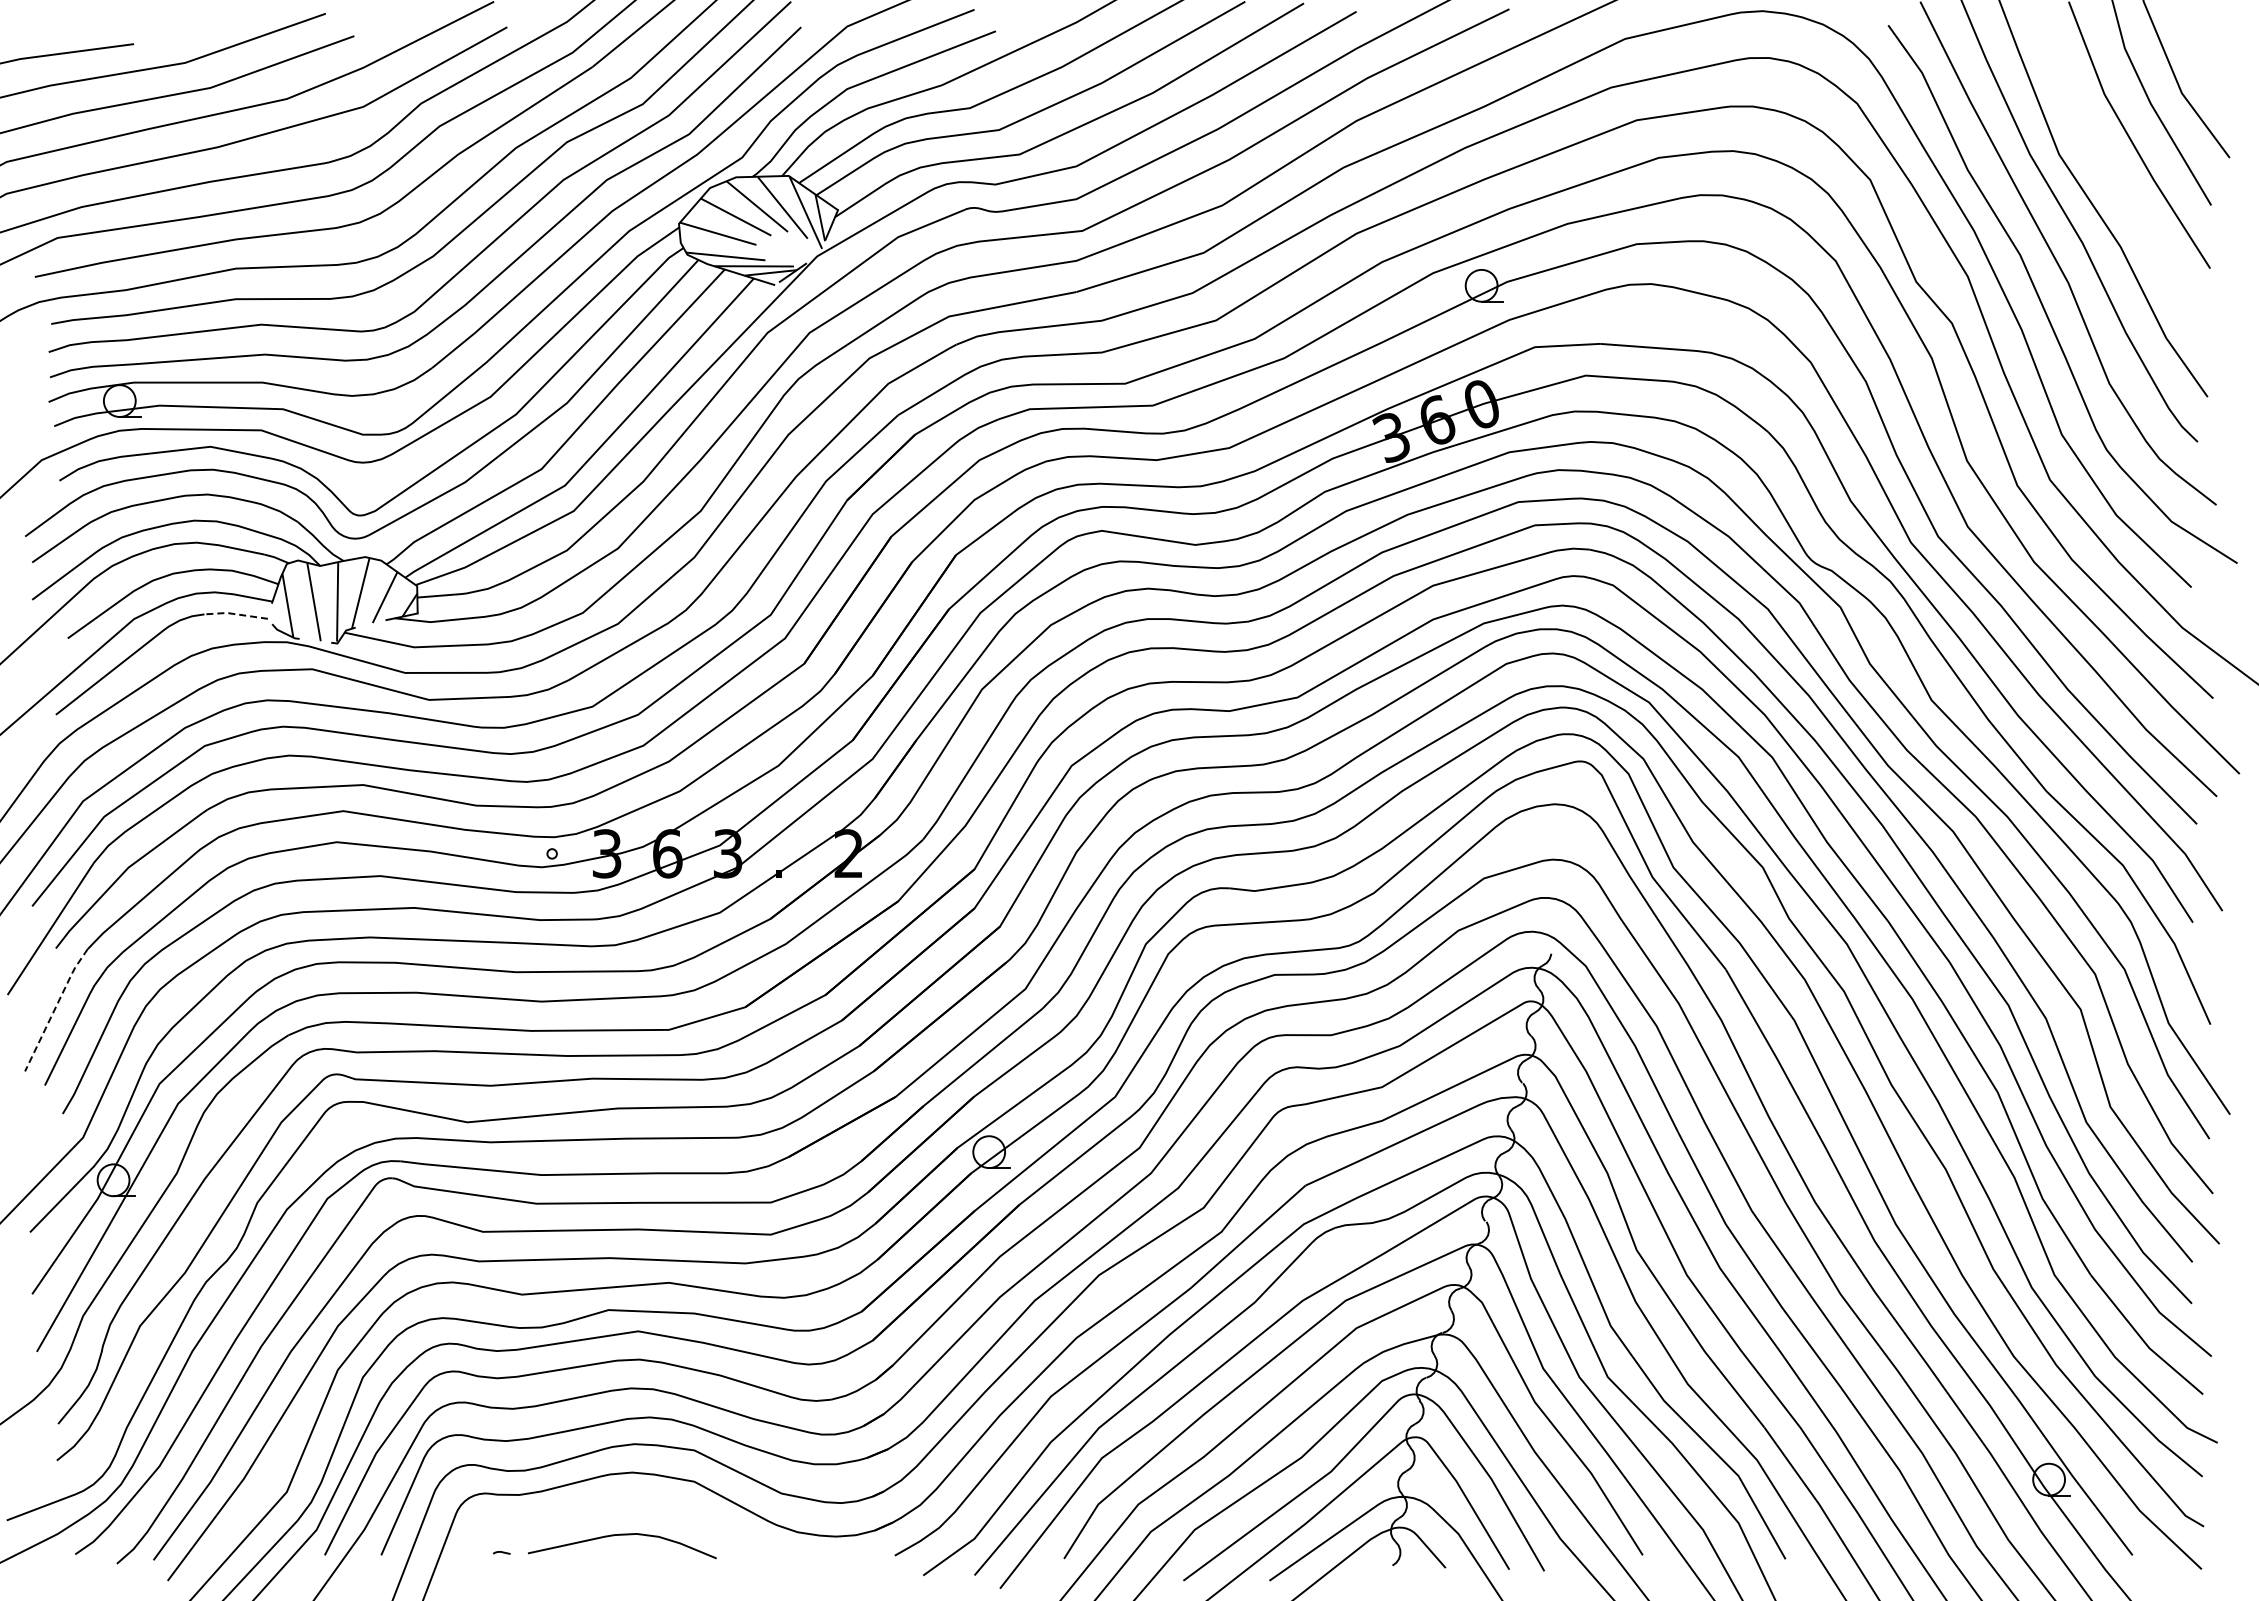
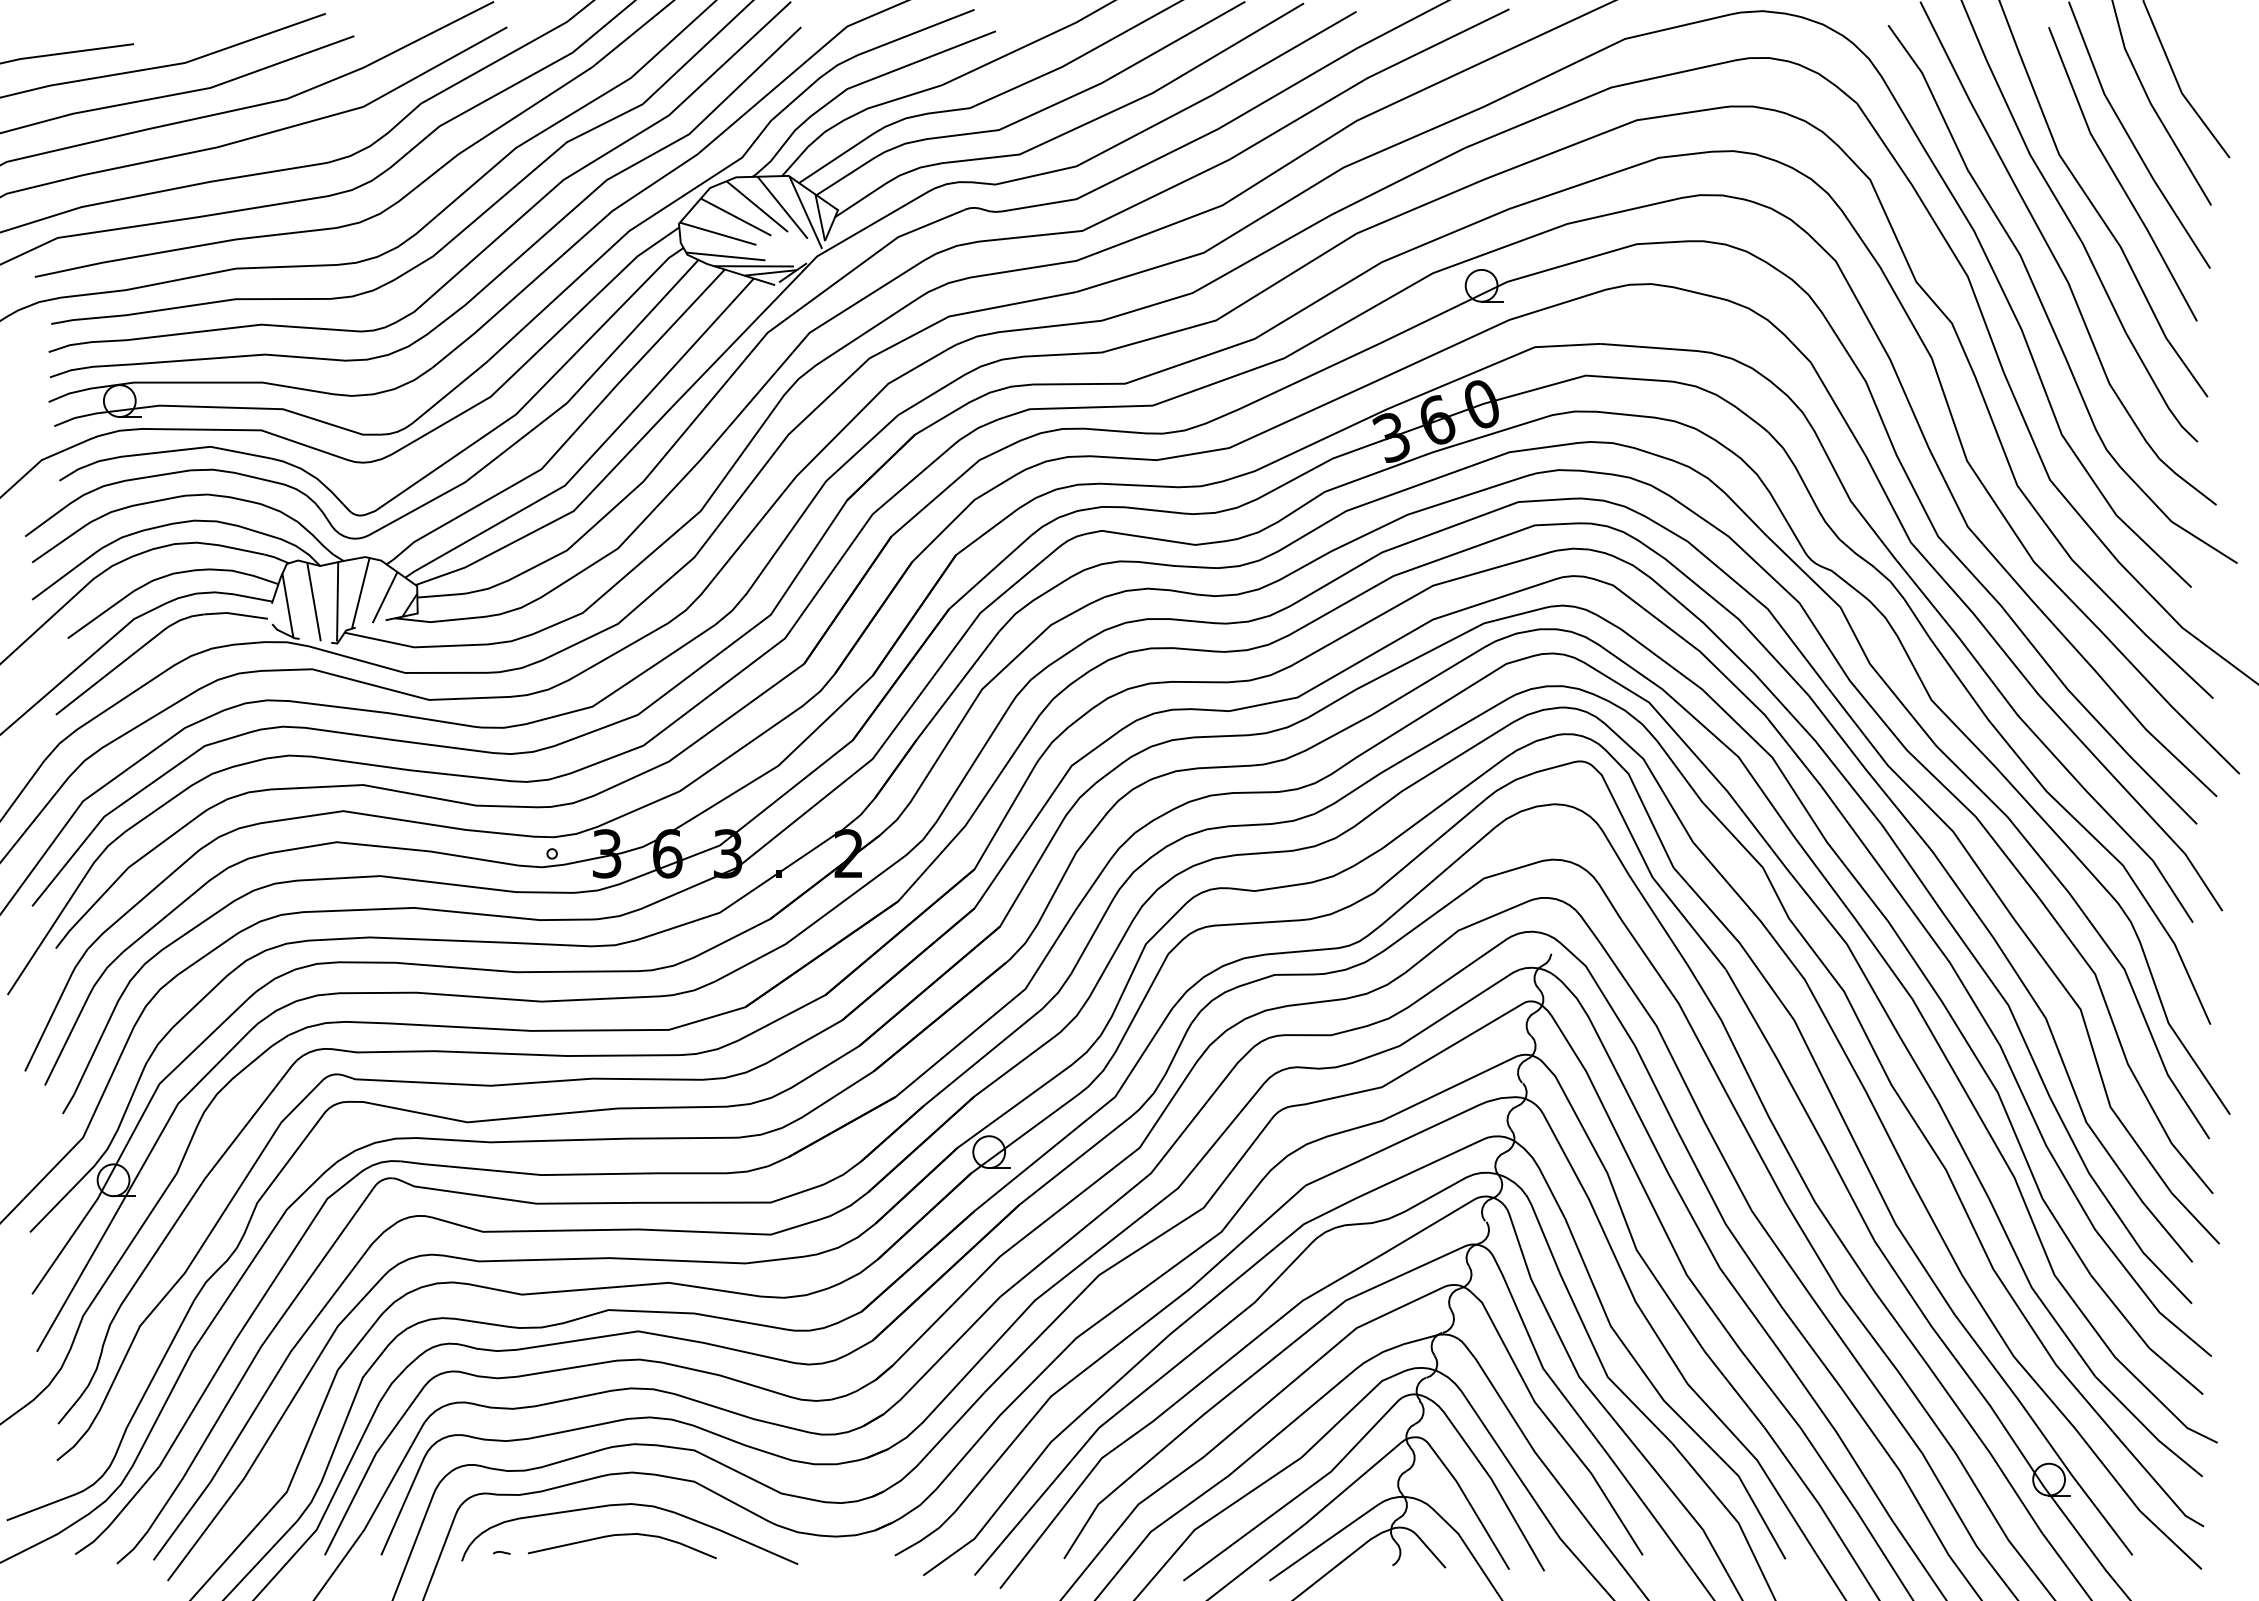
line at (2118, 178): none -> present
line at (235, 614): dashed -> solid
line at (55, 1008): dashed -> solid
curve at (628, 1505): none -> present
